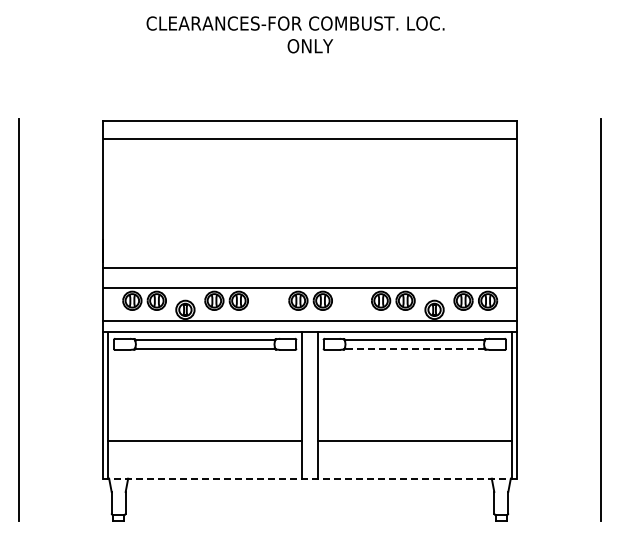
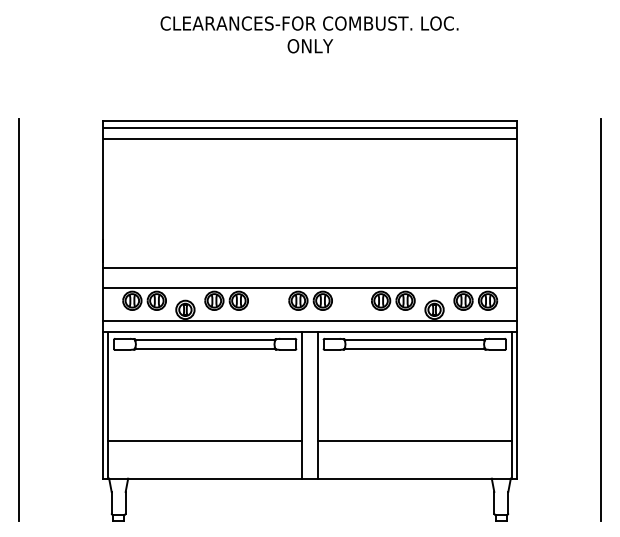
text at (295, 23) position: (295, 23) -> (309, 23)
line at (309, 127): none -> present
line at (414, 348): dashed -> solid
line at (309, 478): dashed -> solid
